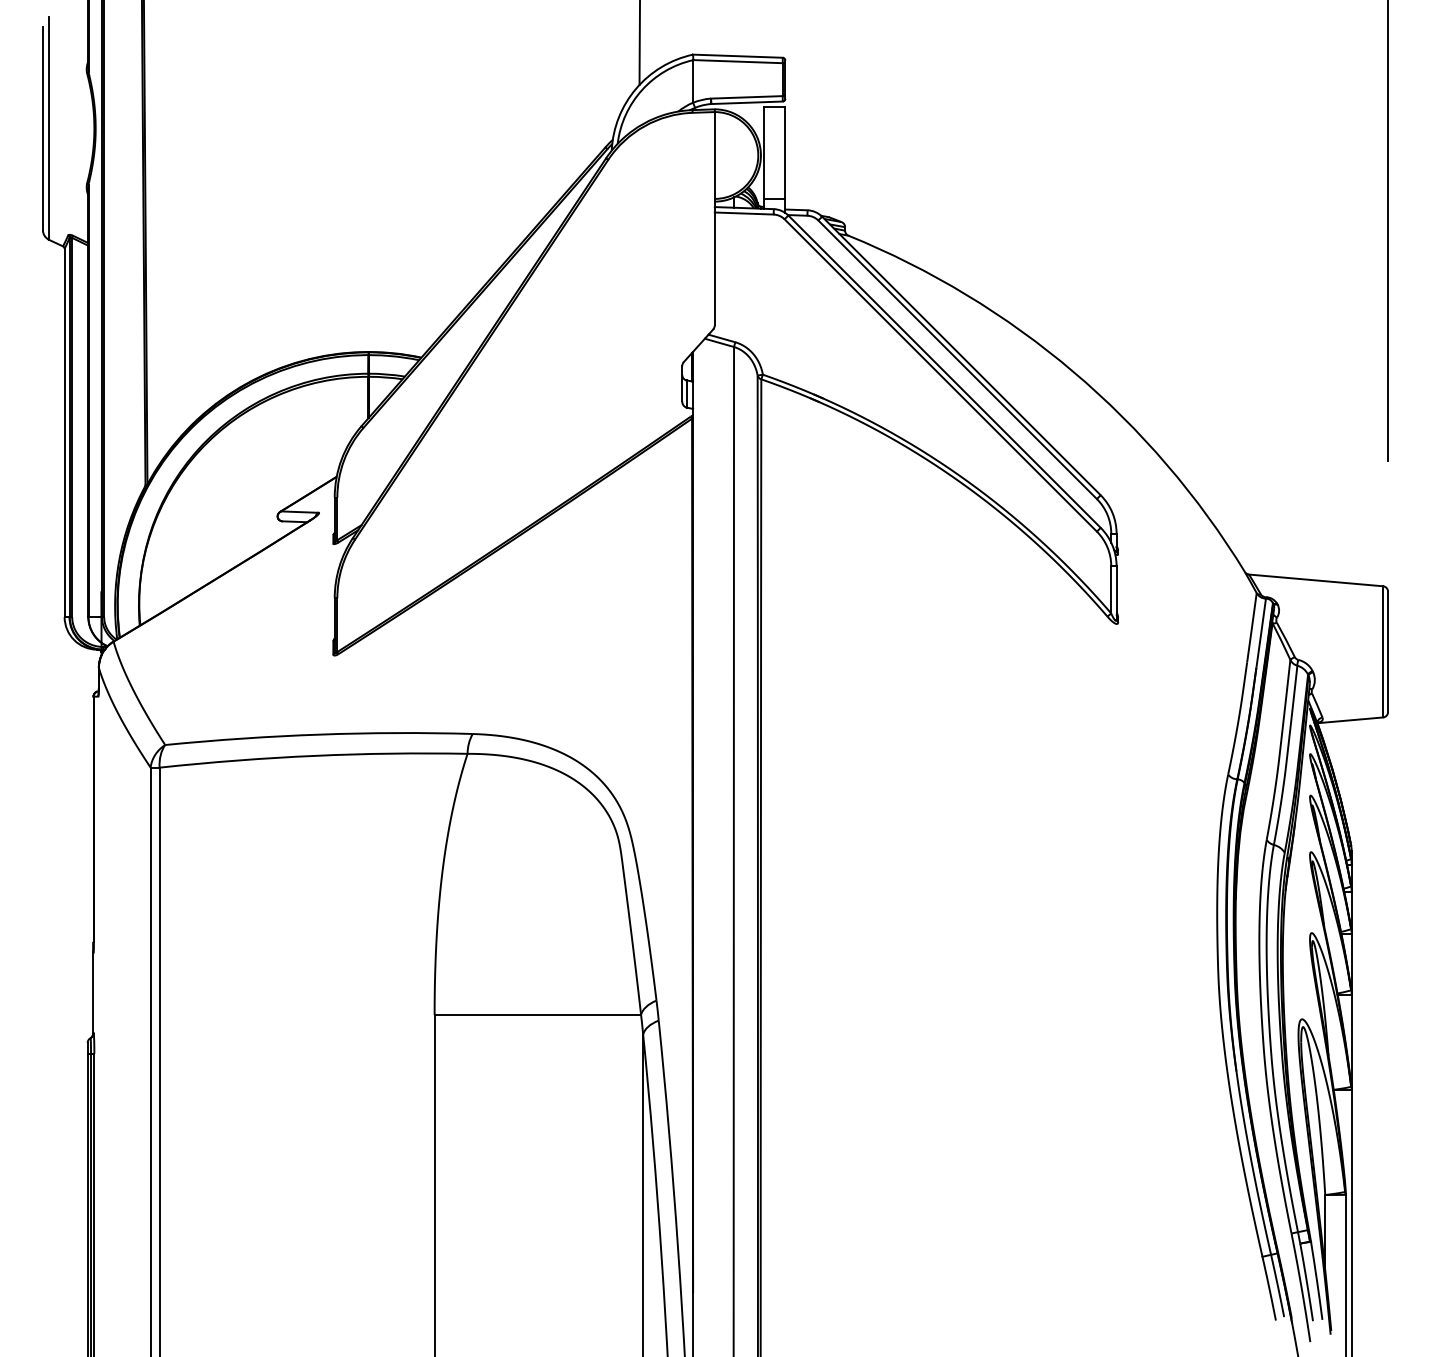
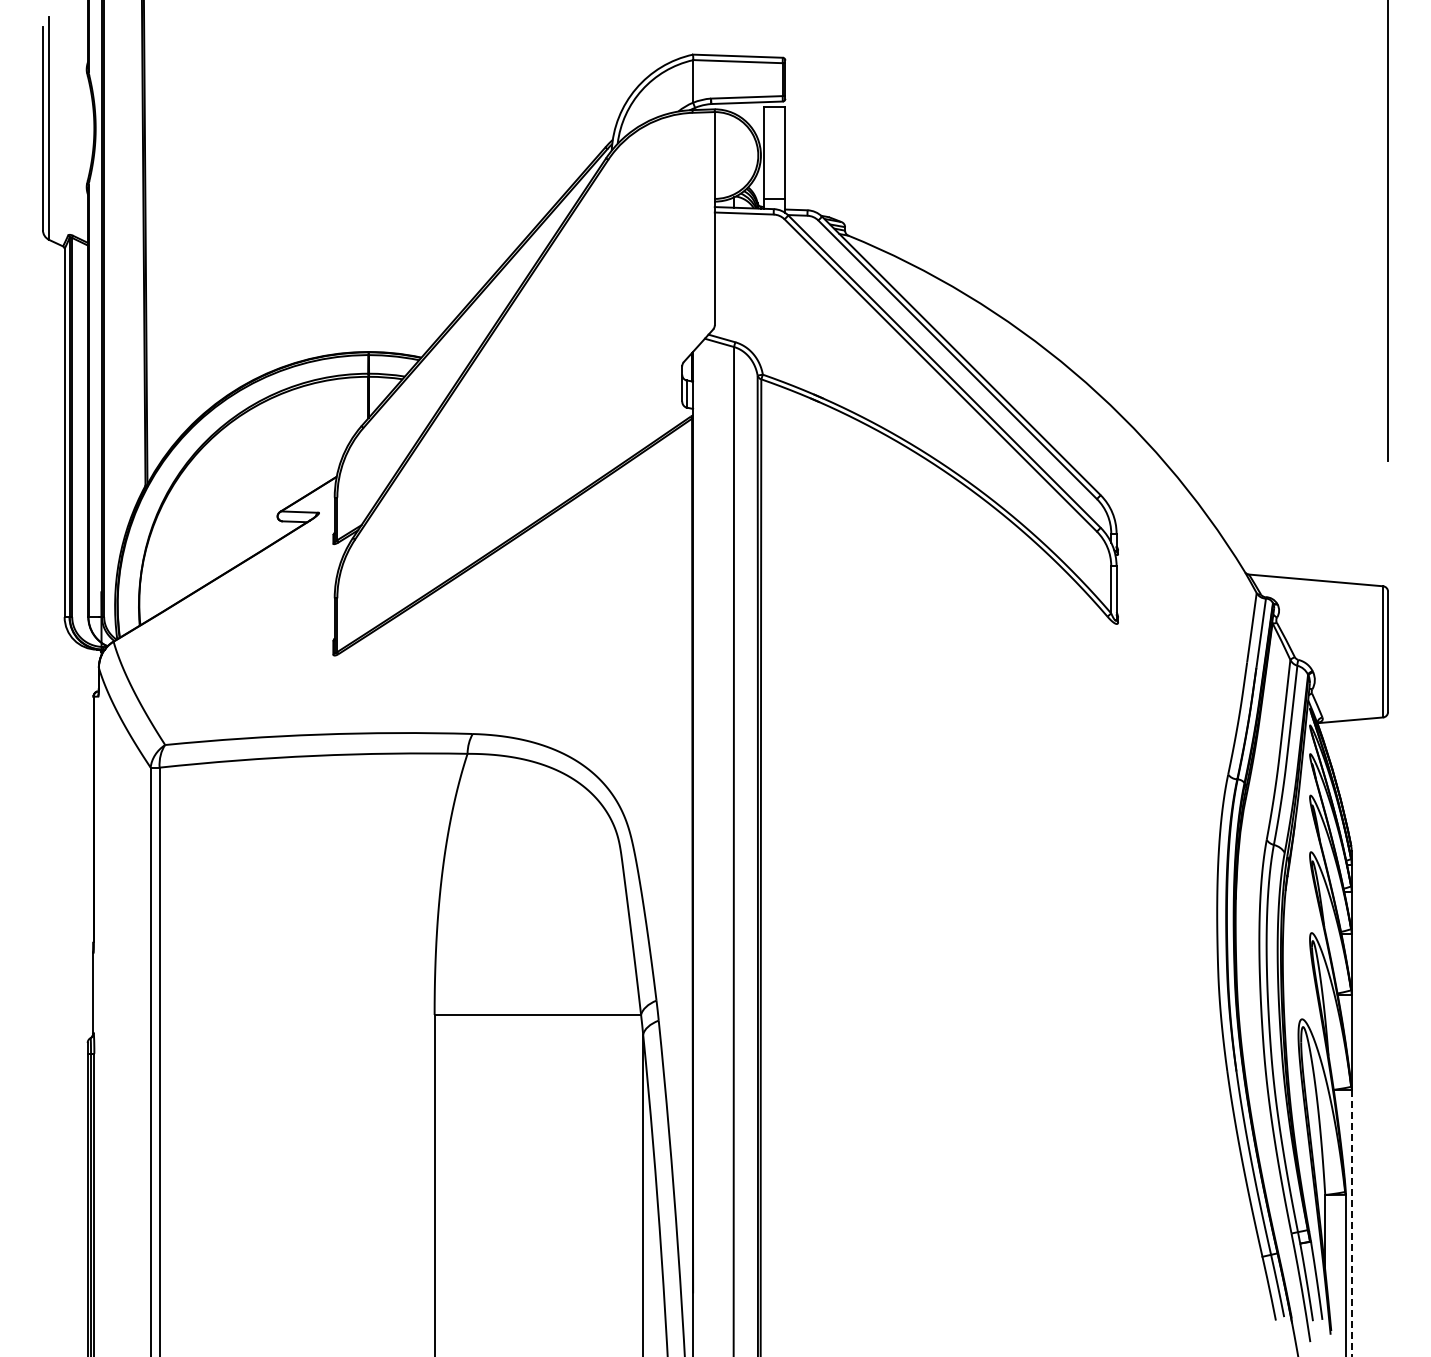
line at (639, 43): present -> none
line at (1351, 1224): solid -> dashed
